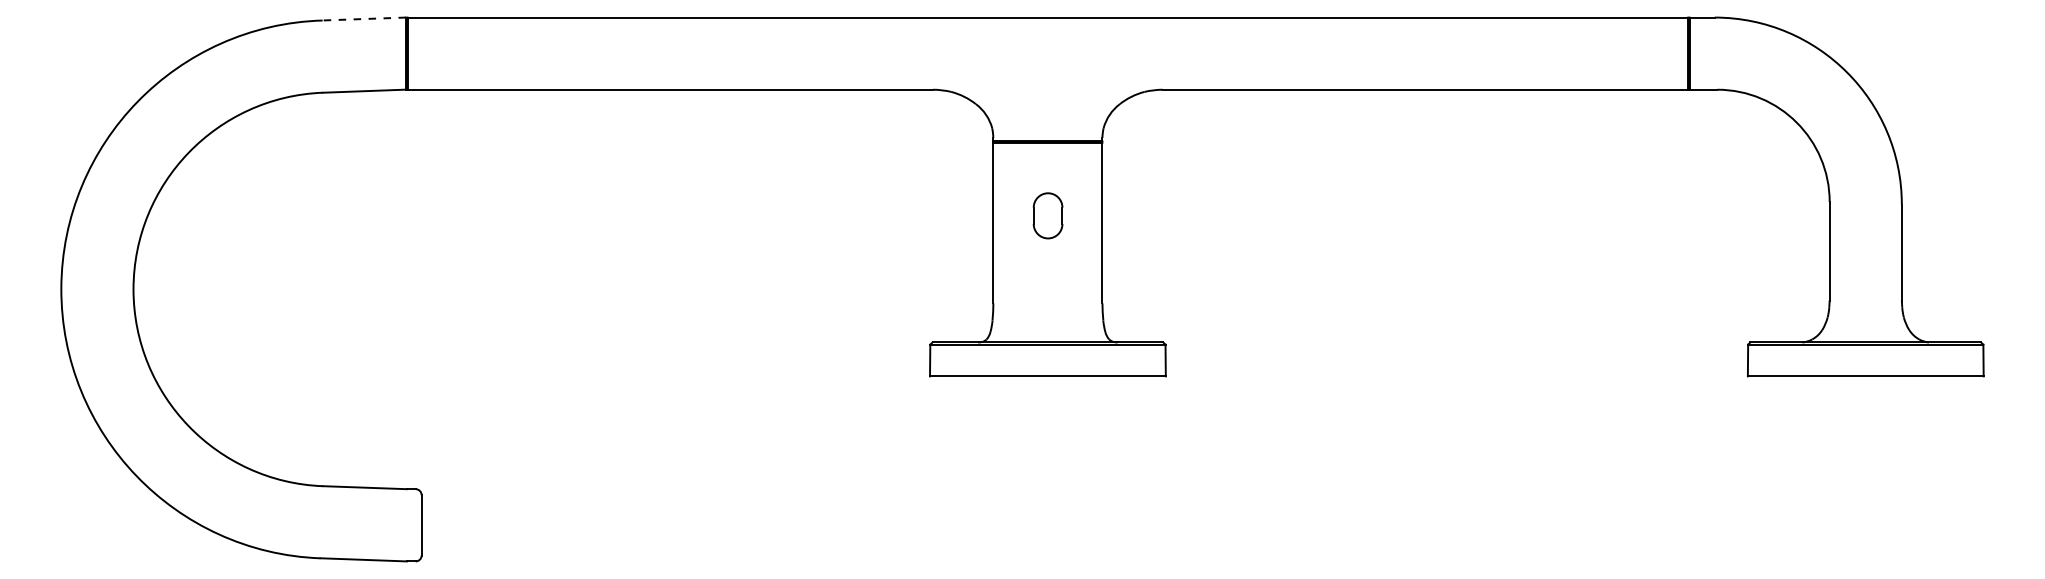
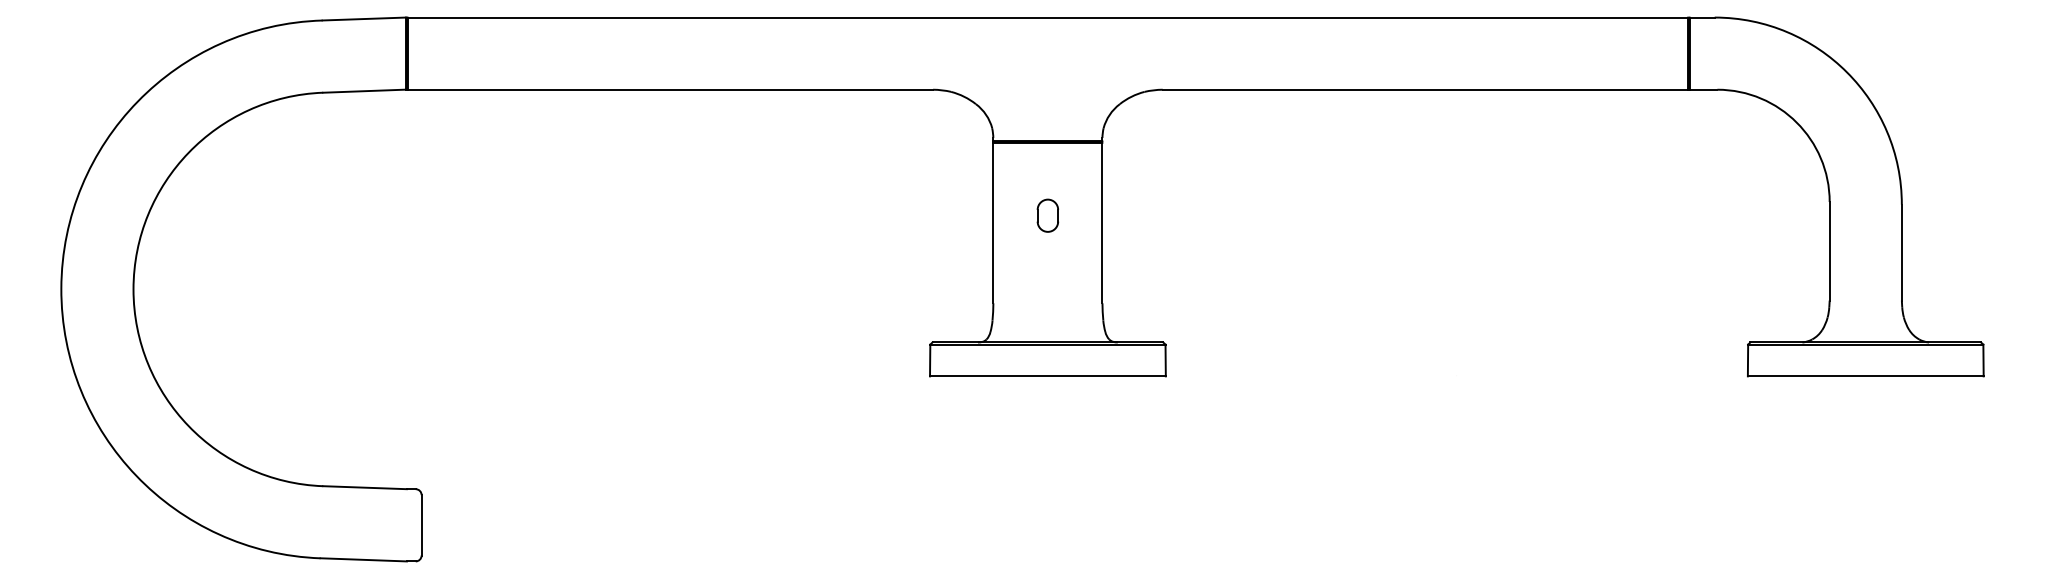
line at (364, 19): dashed -> solid
part at (1047, 215) size: 32x48 px -> 23x35 px
